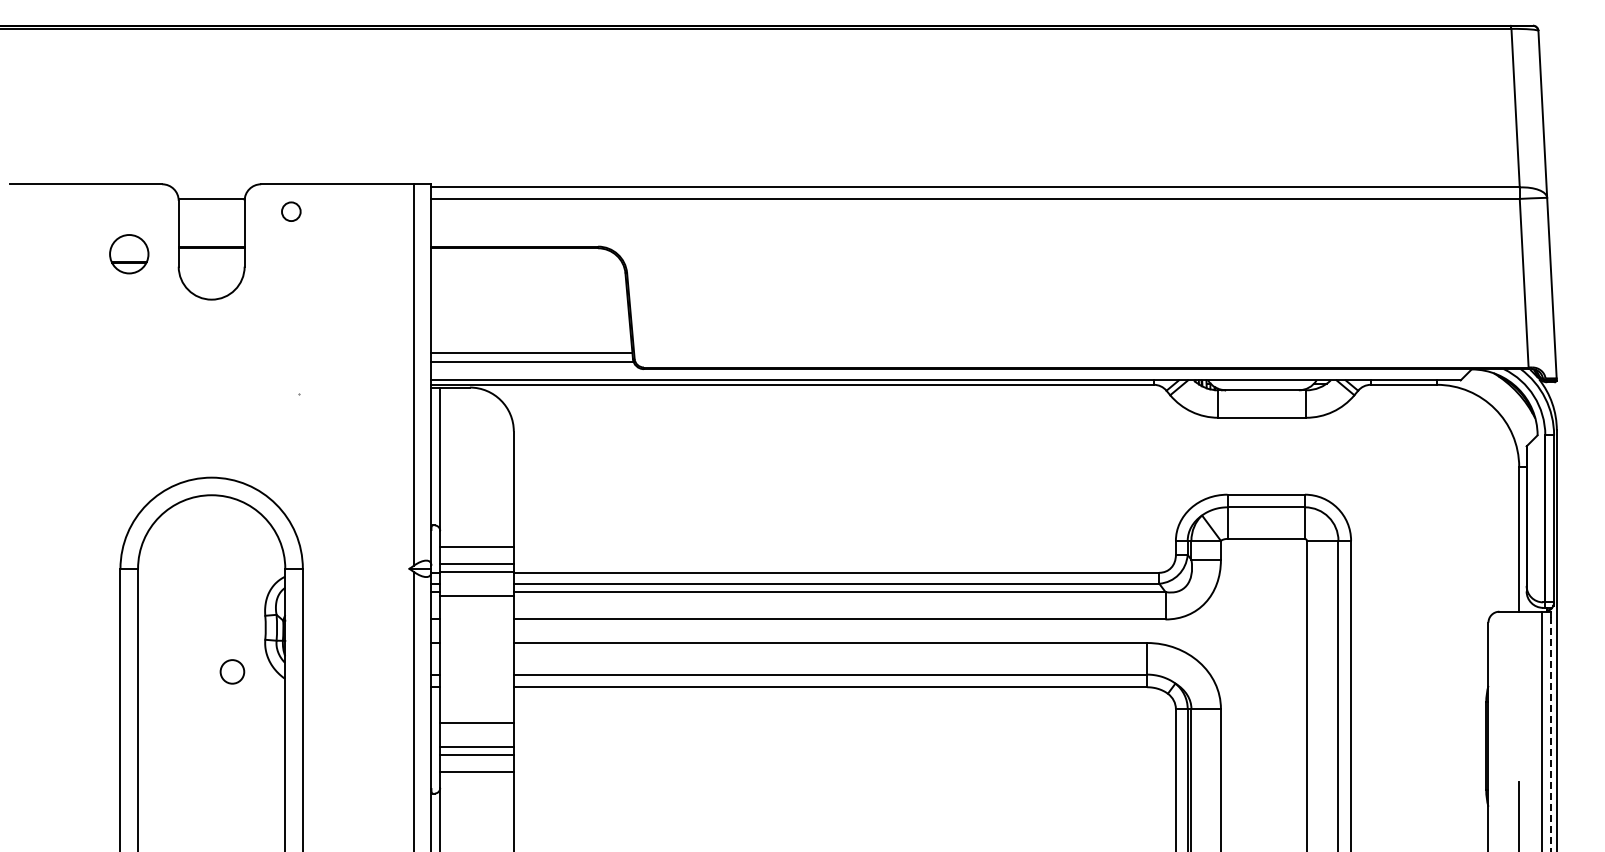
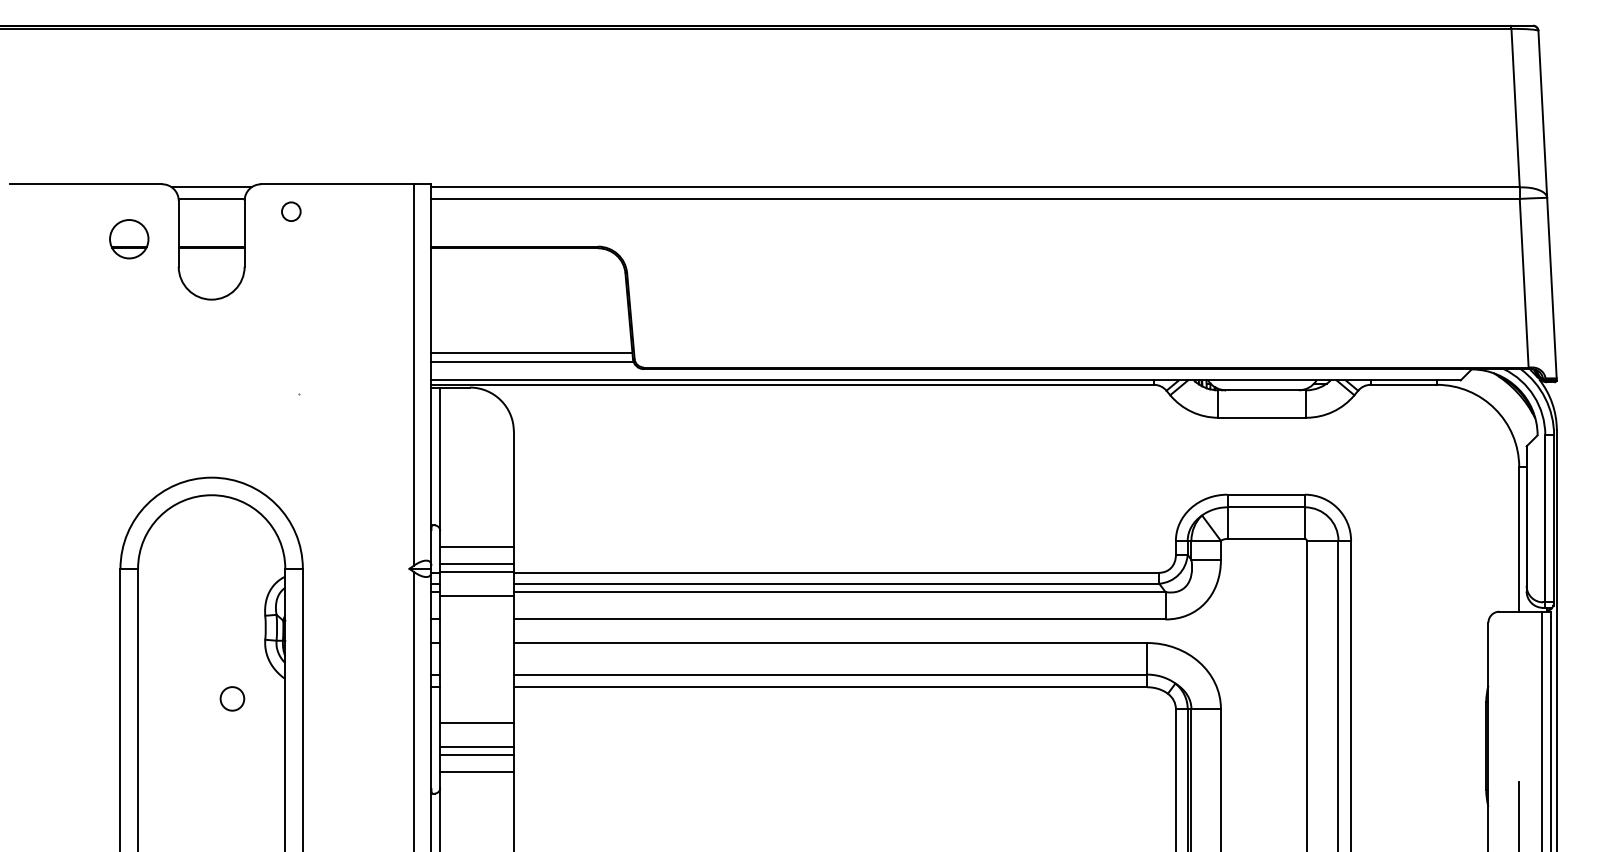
line at (211, 187): none -> present
part at (129, 254) position: (129, 254) -> (129, 239)
circle at (232, 671) position: (232, 671) -> (232, 698)
line at (1551, 734): dashed -> solid
